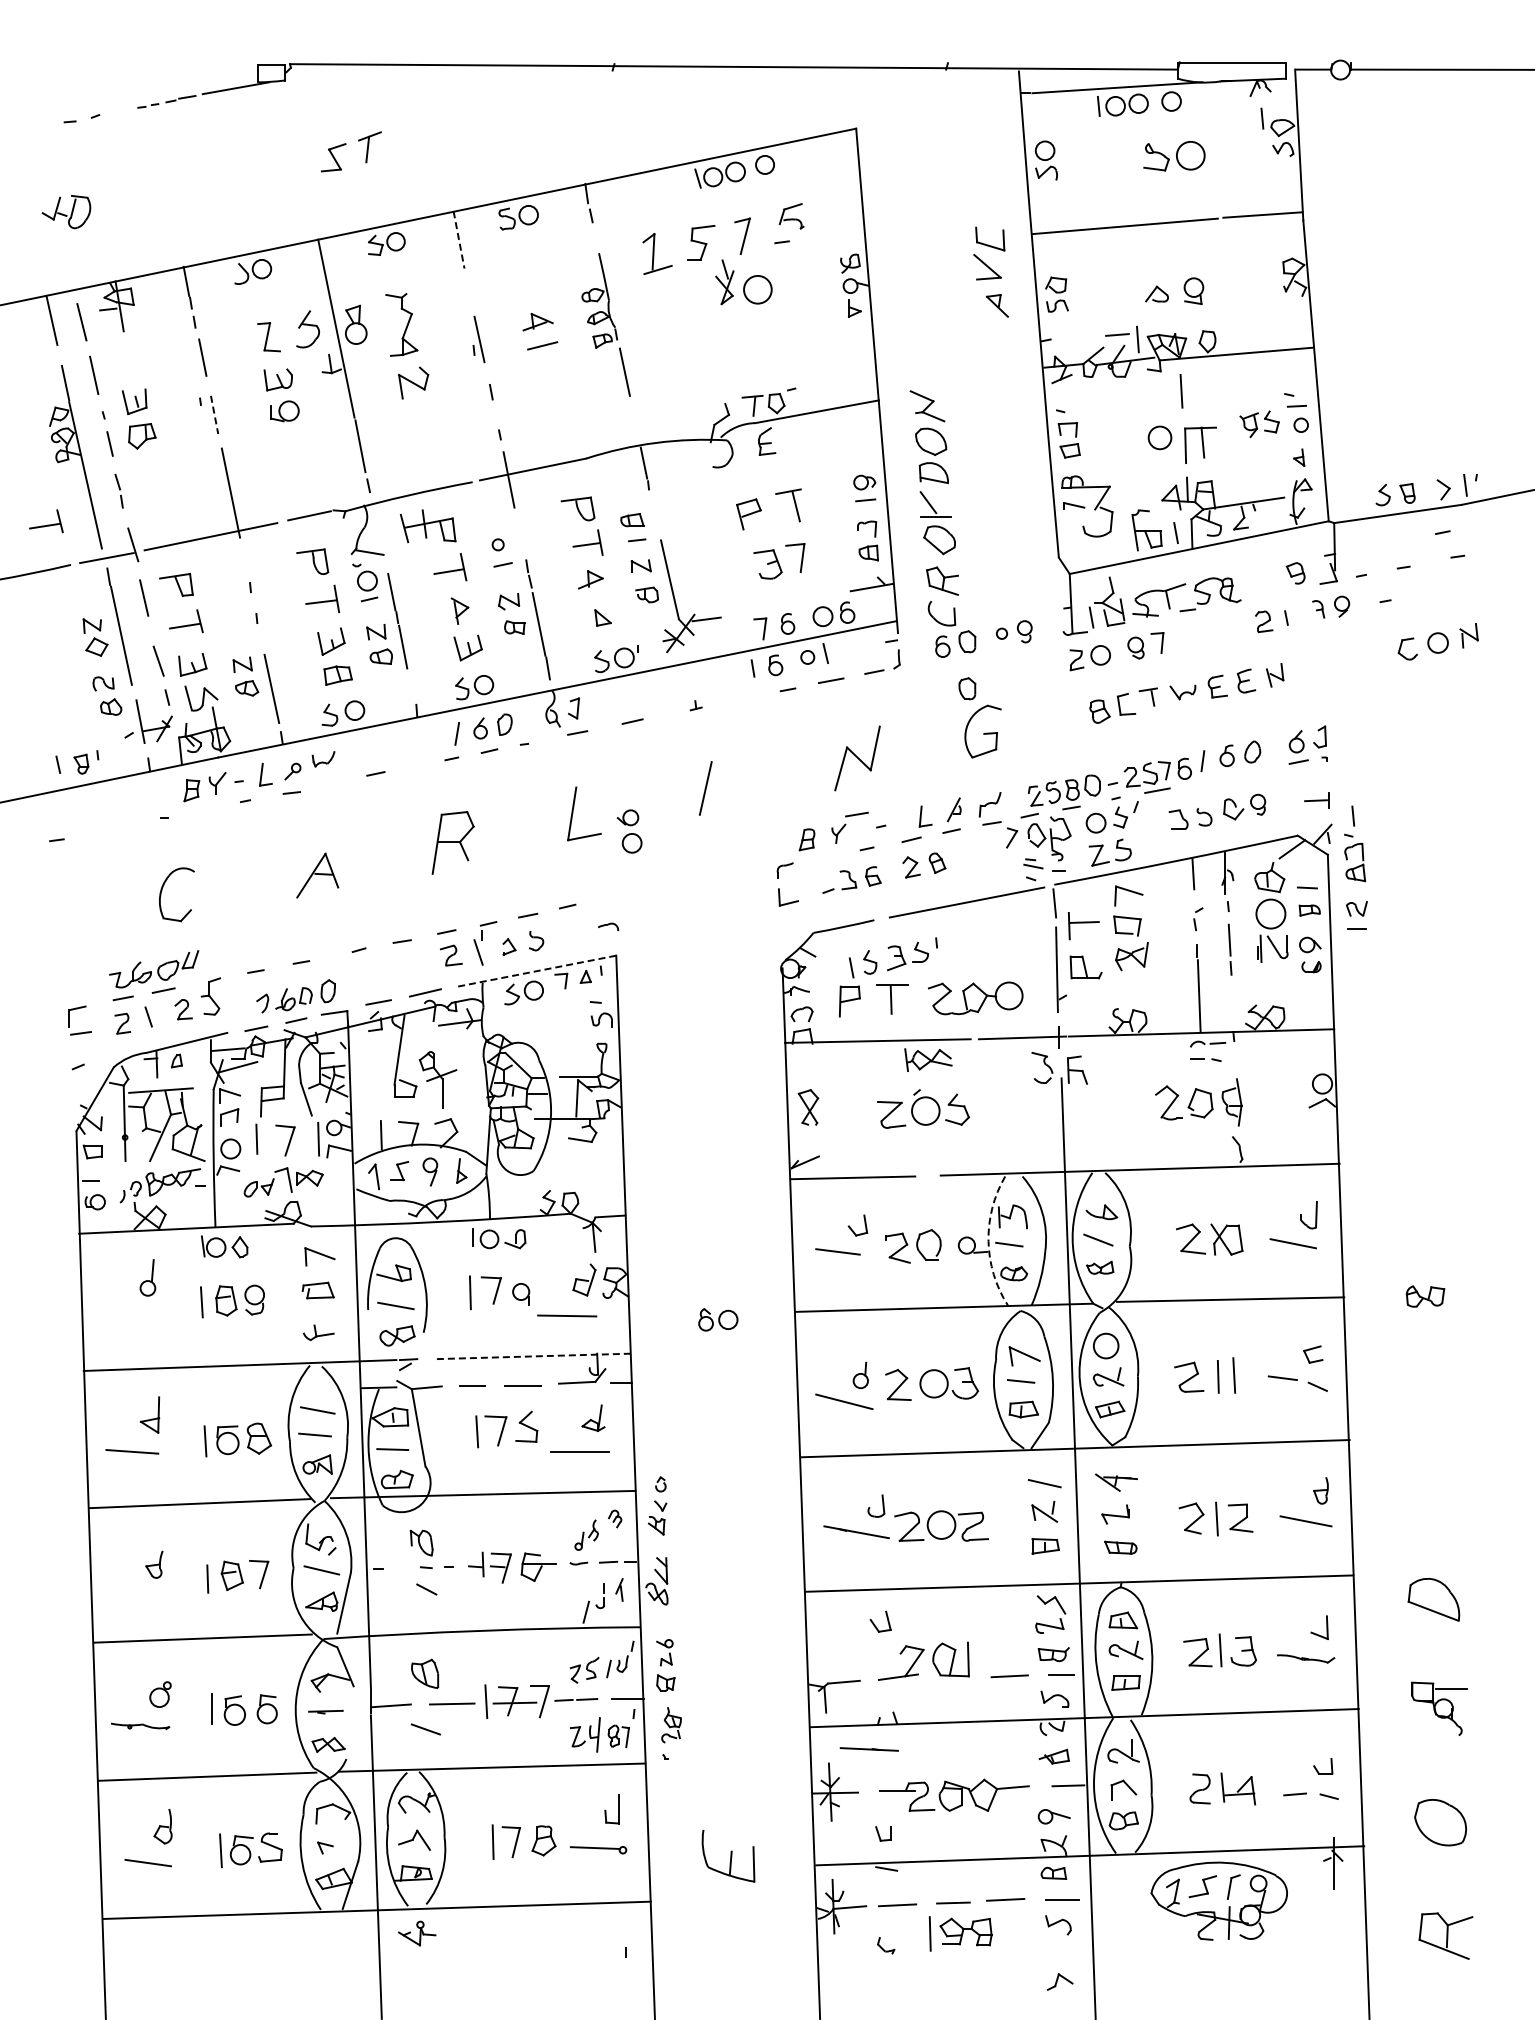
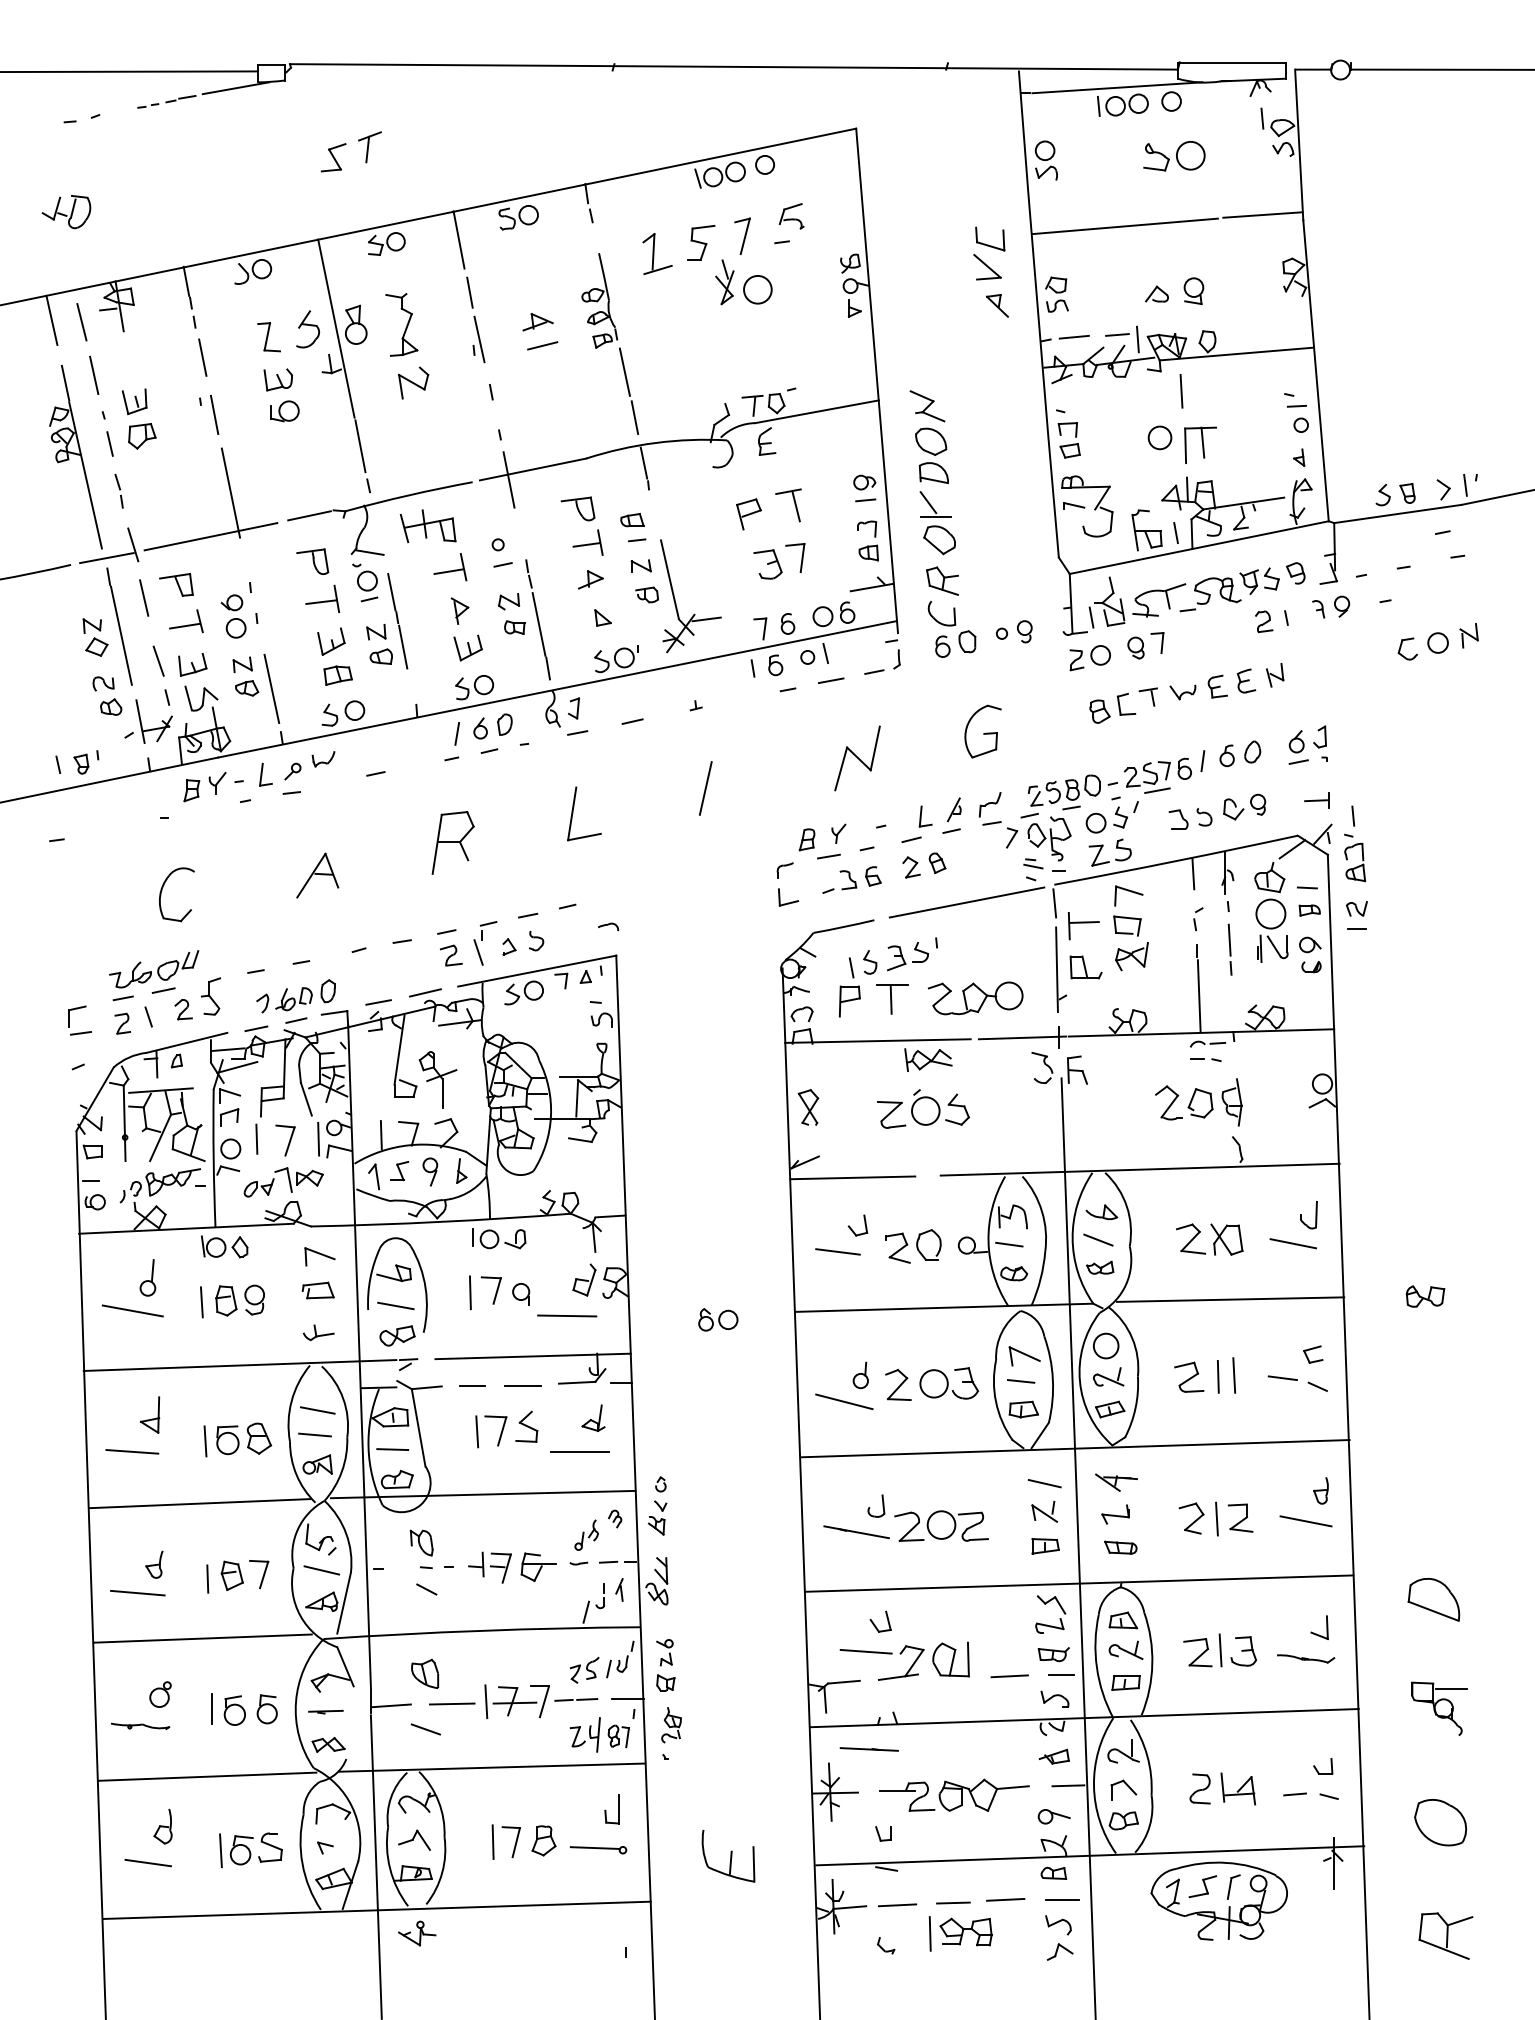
line at (129, 71): none -> present
line at (459, 240): dashed -> solid
line at (469, 292): none -> present
line at (1073, 336): none -> present
line at (214, 415): dashed -> solid
line at (634, 417): none -> present
part at (1259, 423) position: (1259, 423) -> (1259, 580)
part at (46, 521): present -> none
part at (967, 688): present -> none
line at (856, 814) position: (856, 814) -> (828, 856)
part at (629, 831) position: (629, 831) -> (233, 616)
line at (537, 971): dashed -> solid
arc at (988, 1241): dashed -> solid
line at (132, 1310): none -> present
line at (533, 1356): dashed -> solid
line at (137, 1592): none -> present
line at (865, 1651): none -> present
part at (1059, 1981) position: (1059, 1981) -> (1059, 1951)
